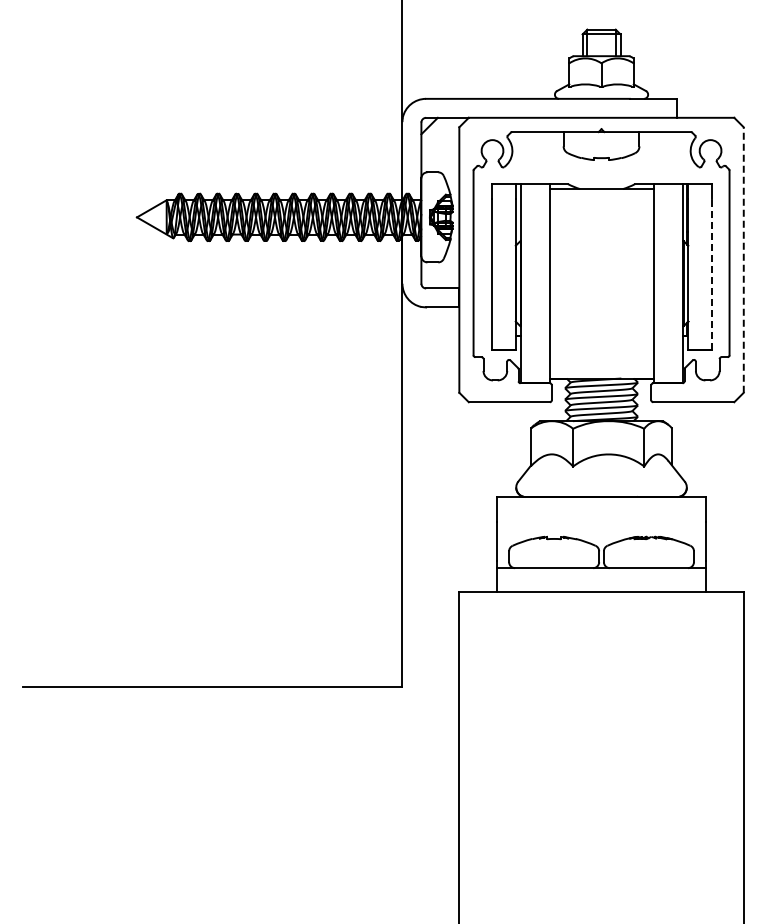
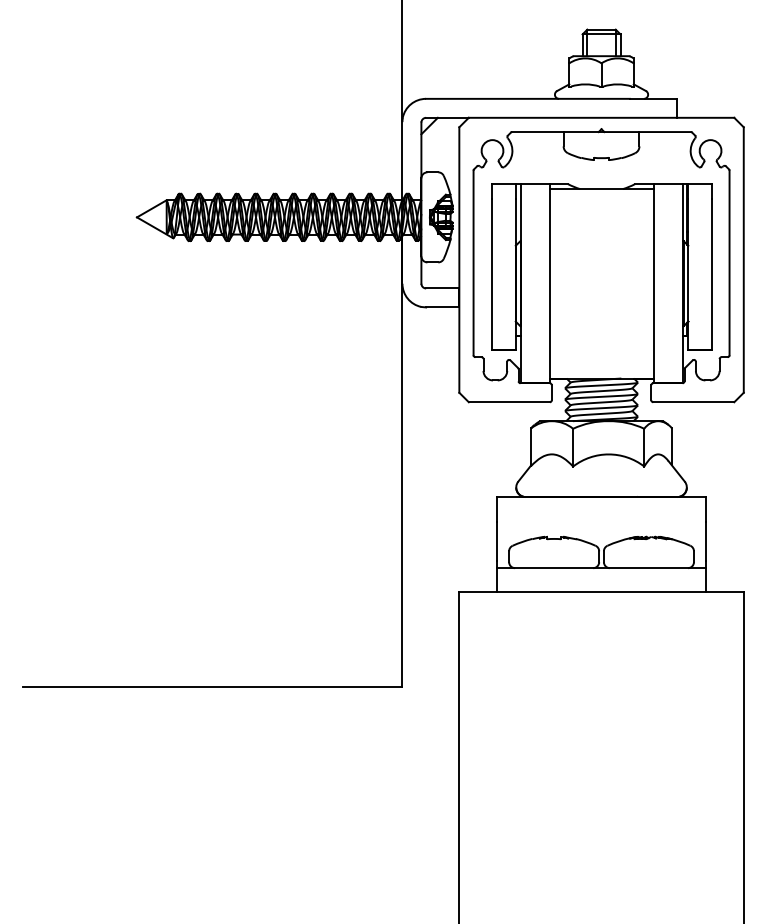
line at (743, 260): dashed -> solid
line at (712, 274): dashed -> solid
